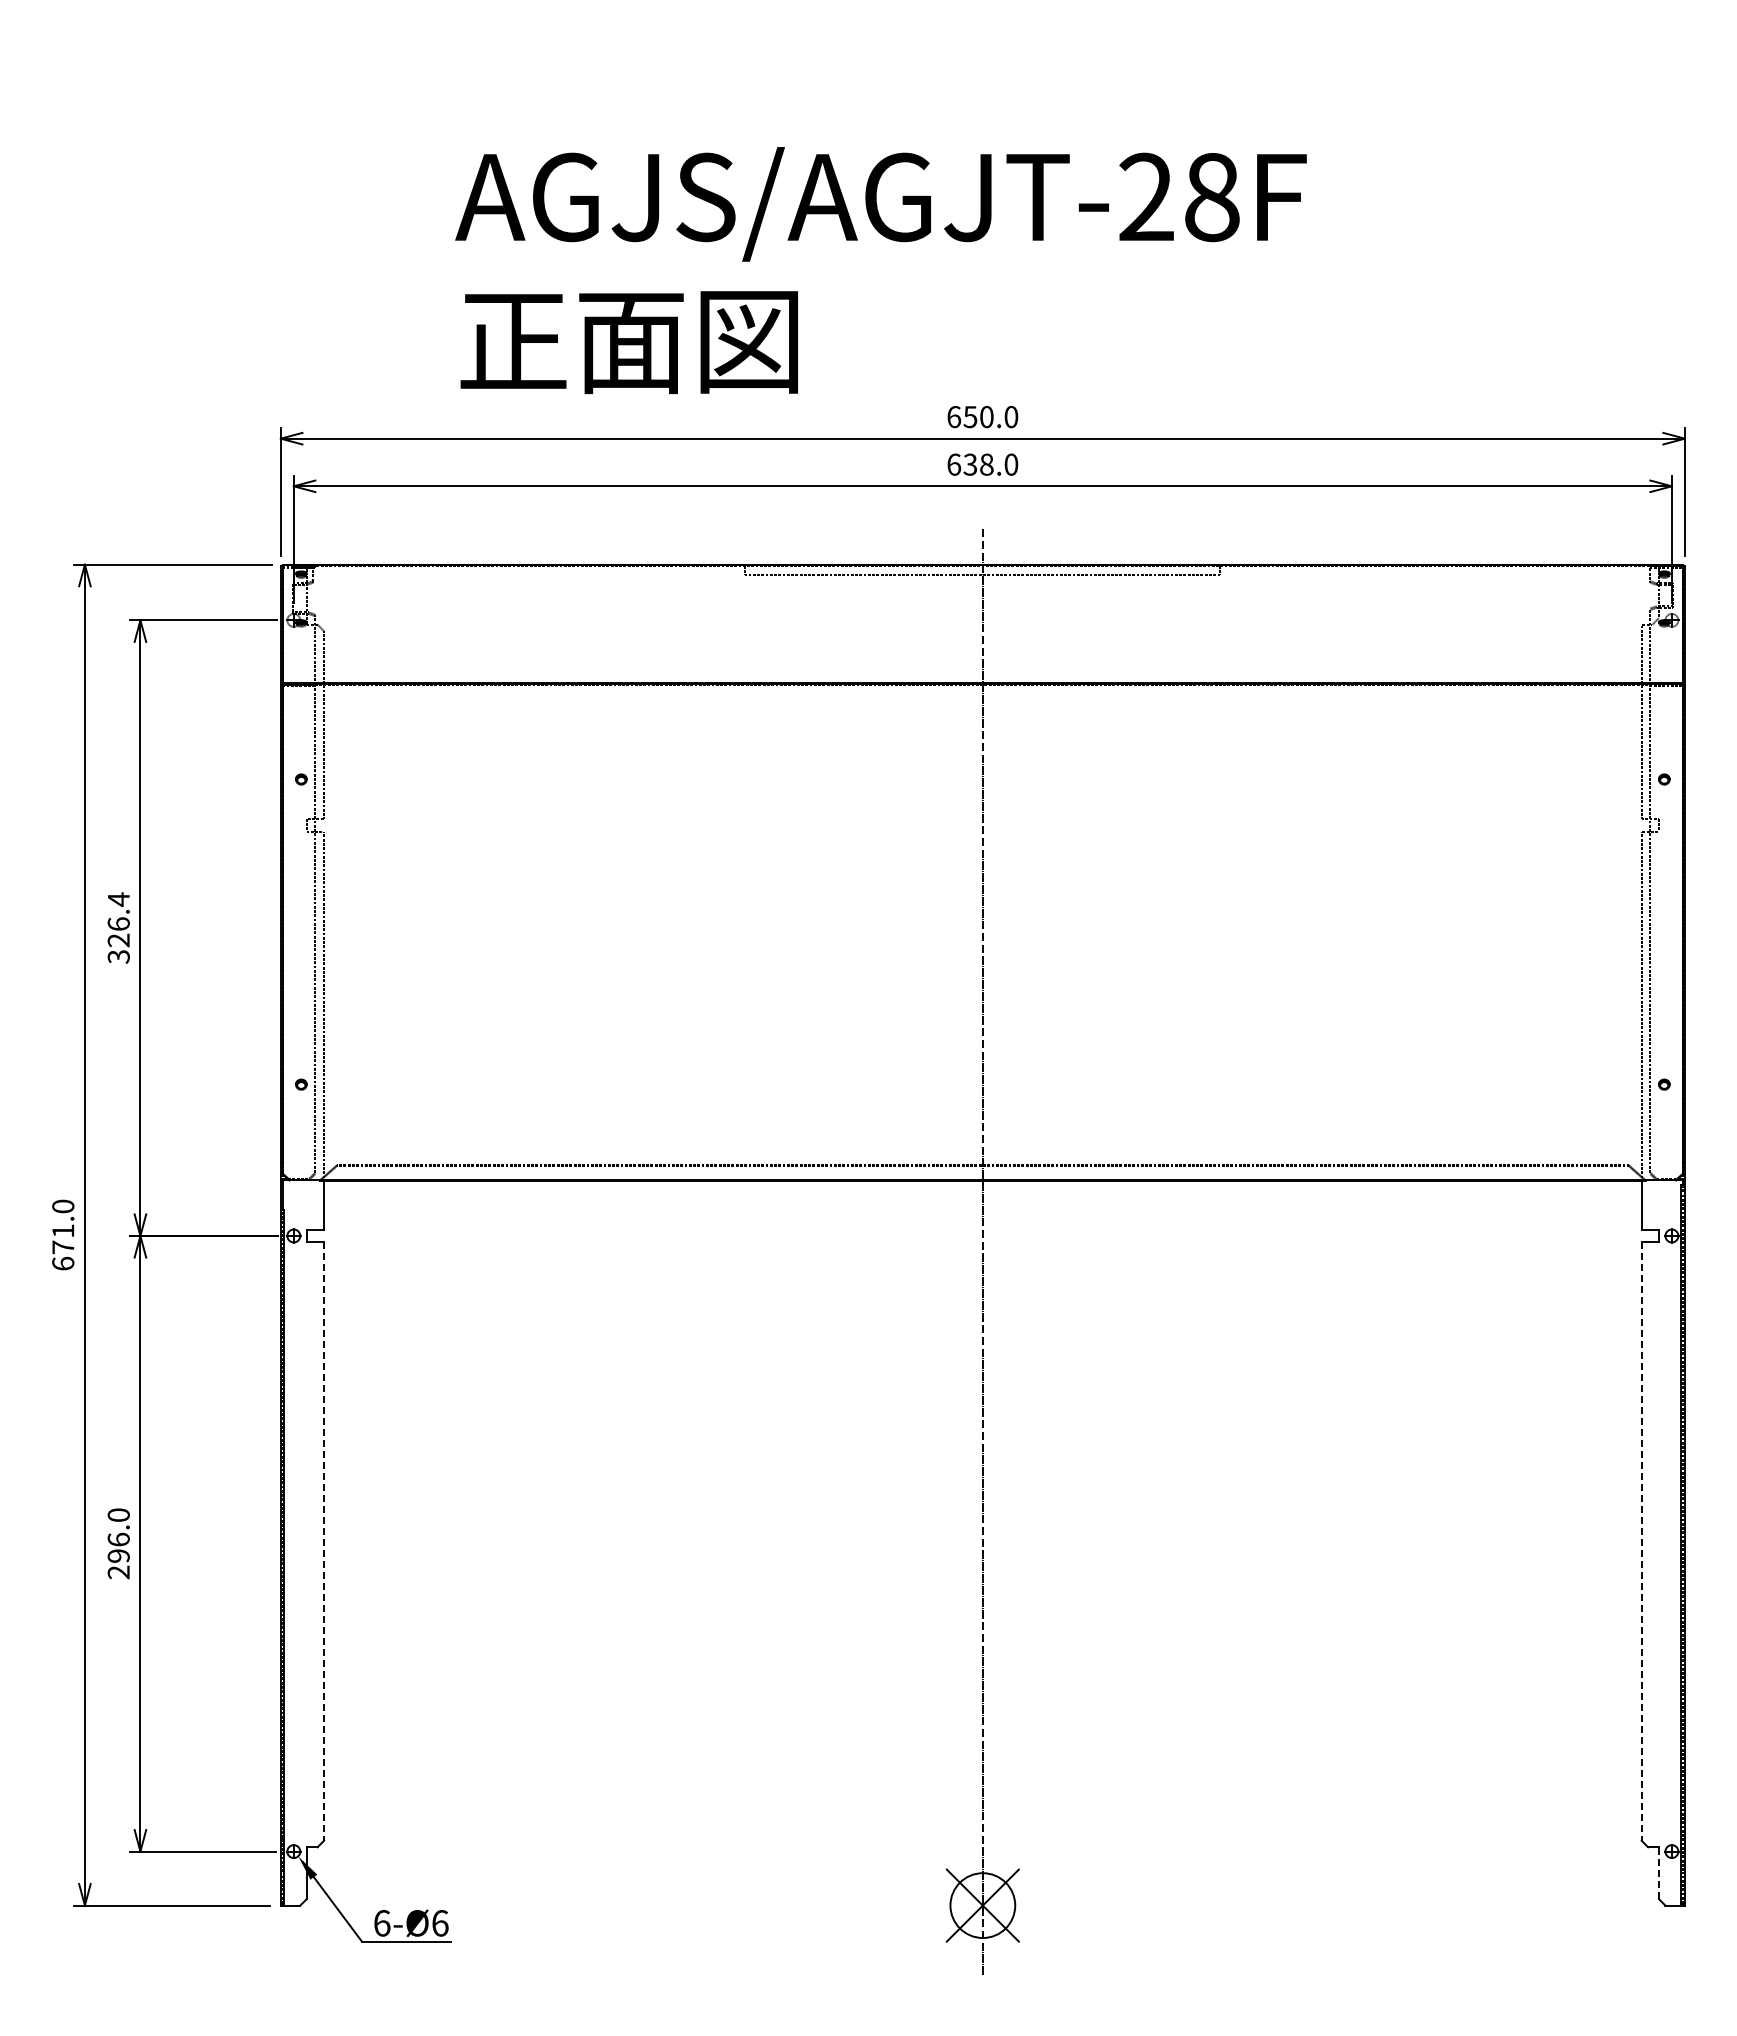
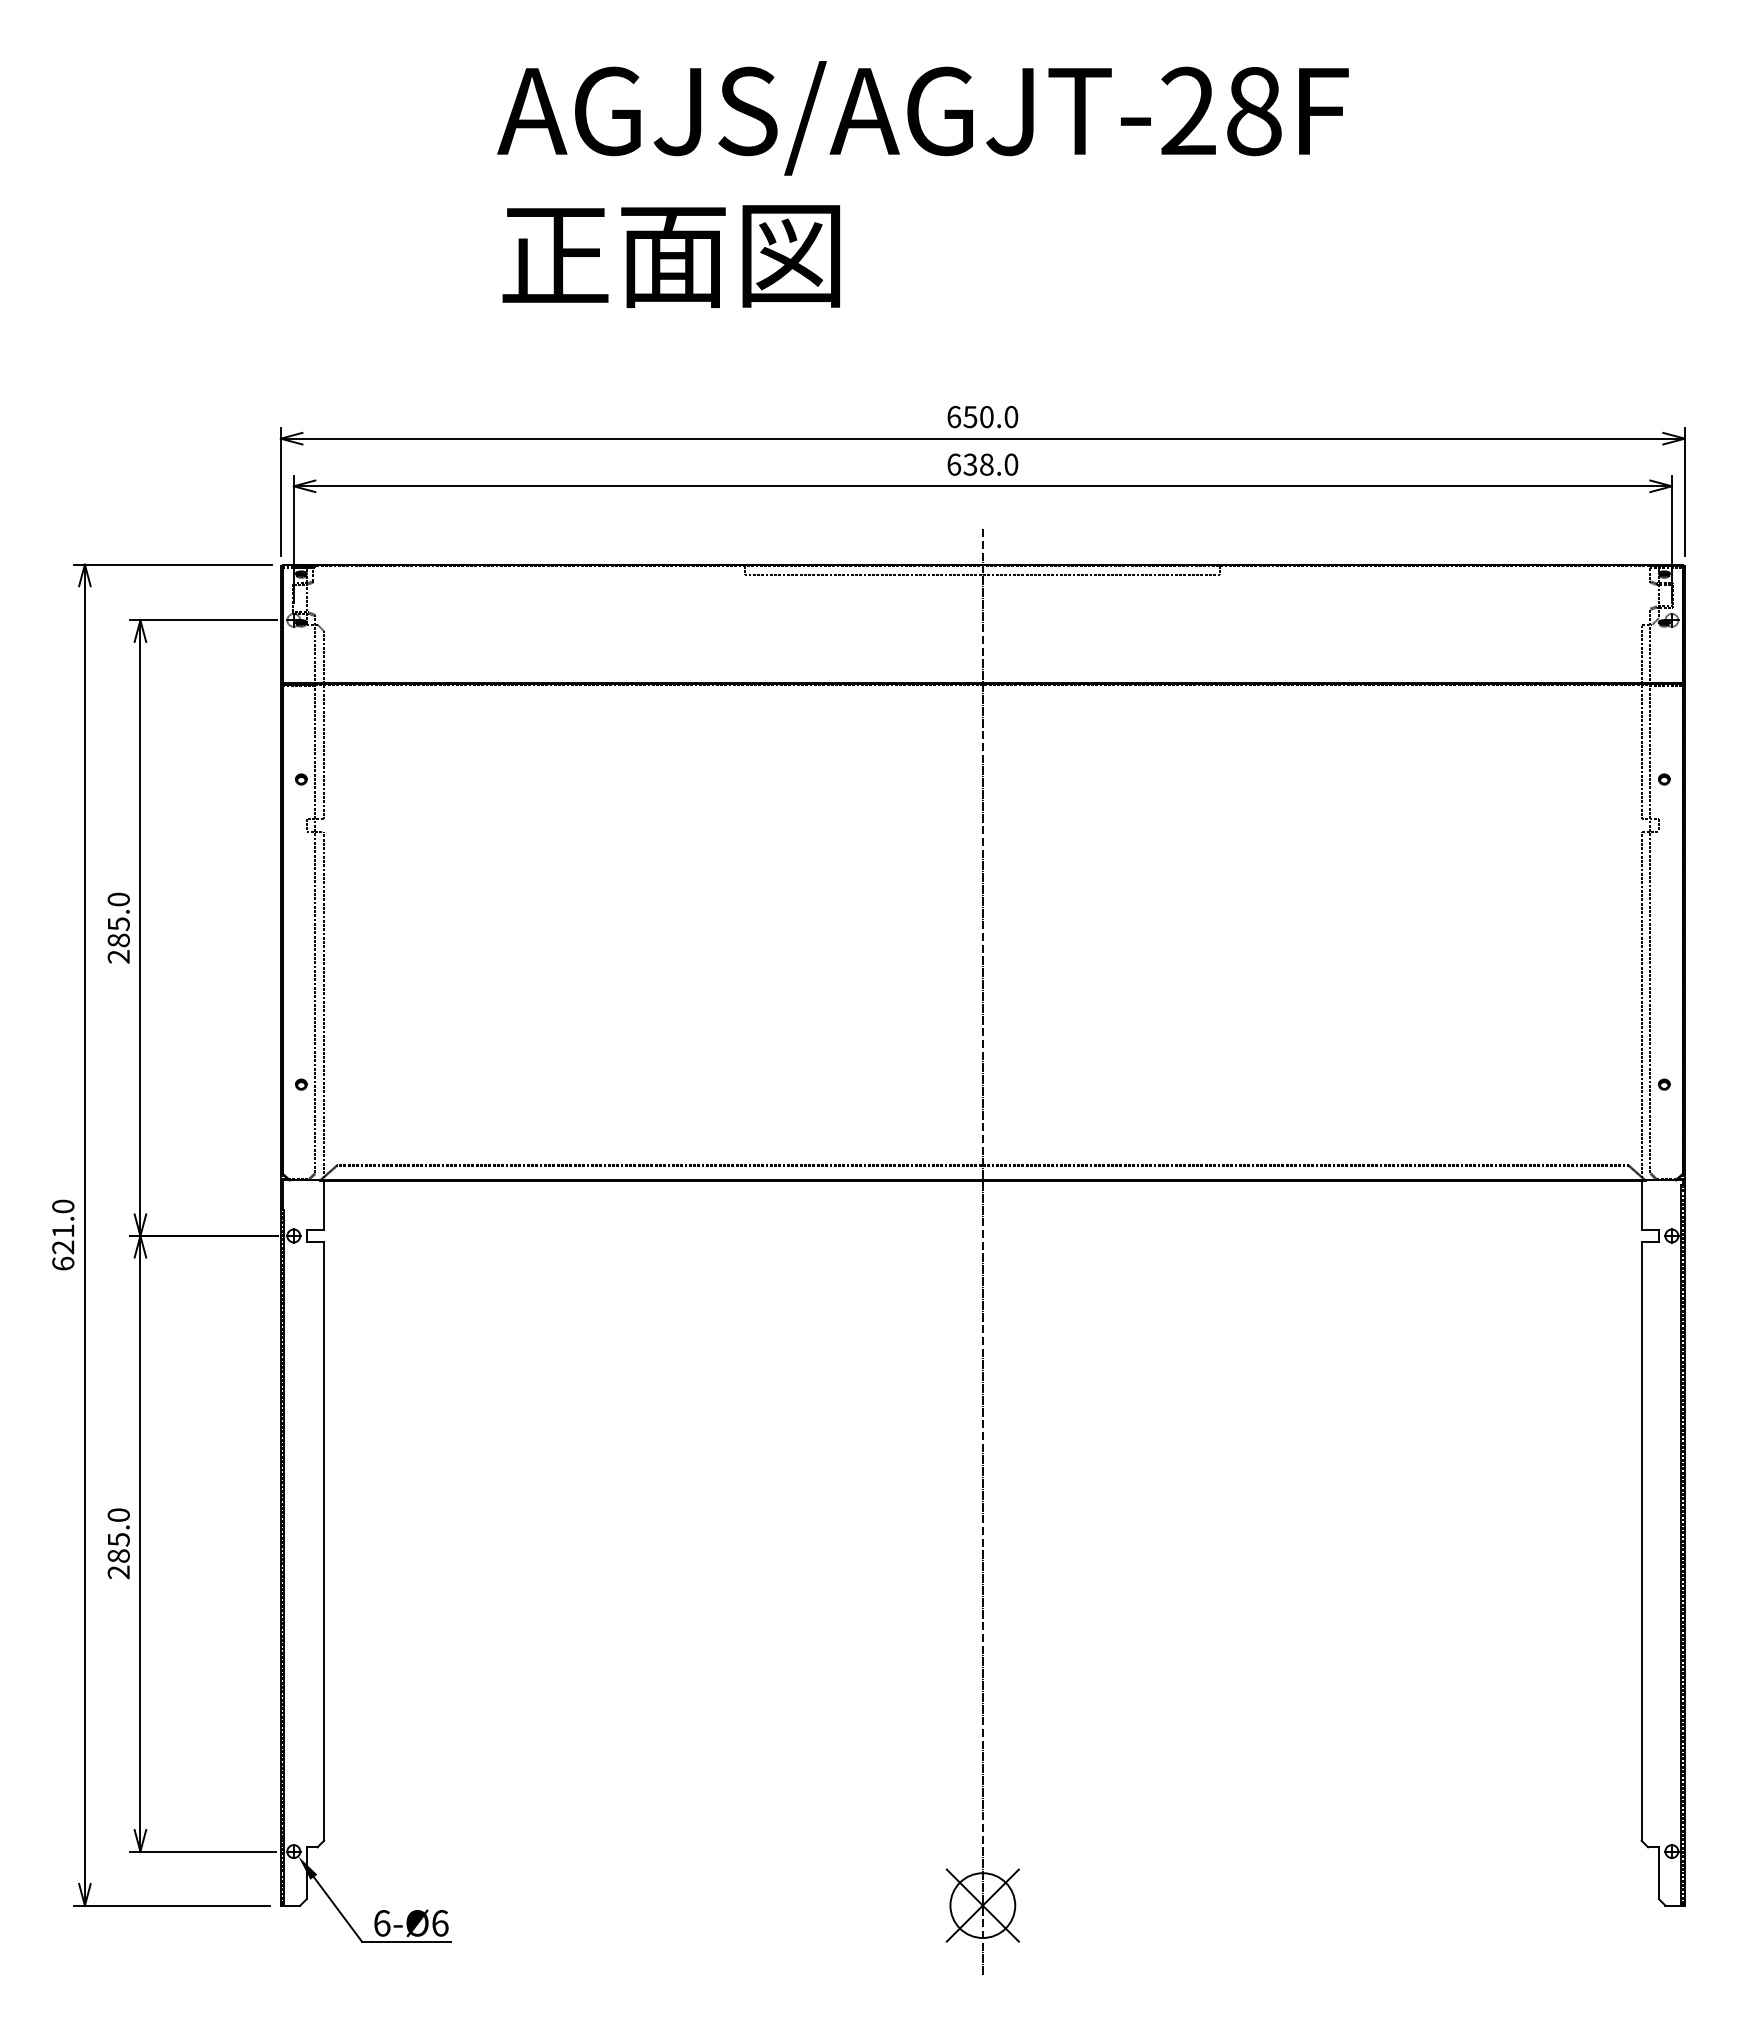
text at (880, 270) position: (880, 270) -> (922, 184)
text at (118, 927): 326.4 -> 285.0
text at (63, 1247): 671.0 -> 621.0
line at (324, 1542): dashed -> solid
line at (1641, 1542): dashed -> solid
text at (118, 1547): 296.0 -> 285.0
line at (1658, 1873): dashed -> solid
